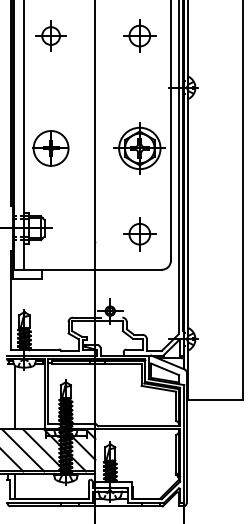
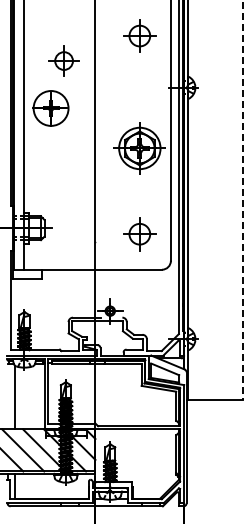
part at (50, 35) position: (50, 35) -> (63, 60)
part at (50, 148) position: (50, 148) -> (50, 108)
line at (243, 200): solid -> dashed
